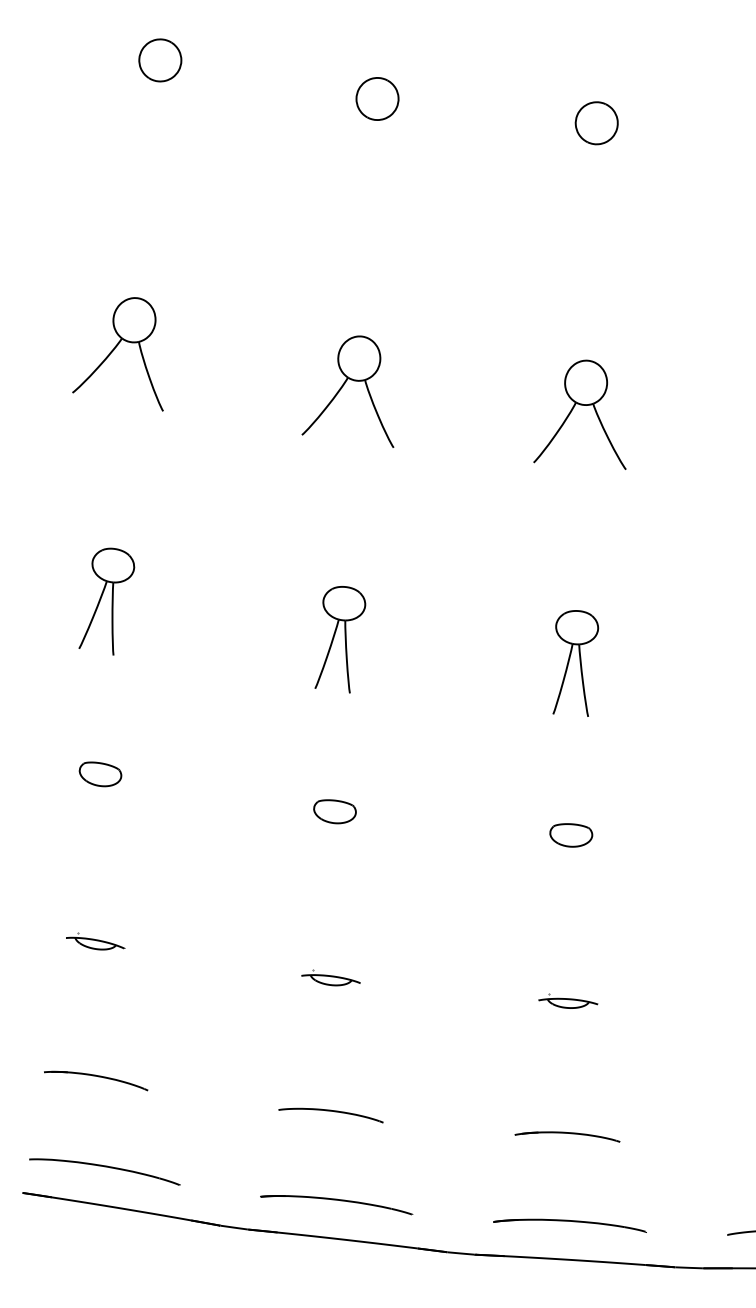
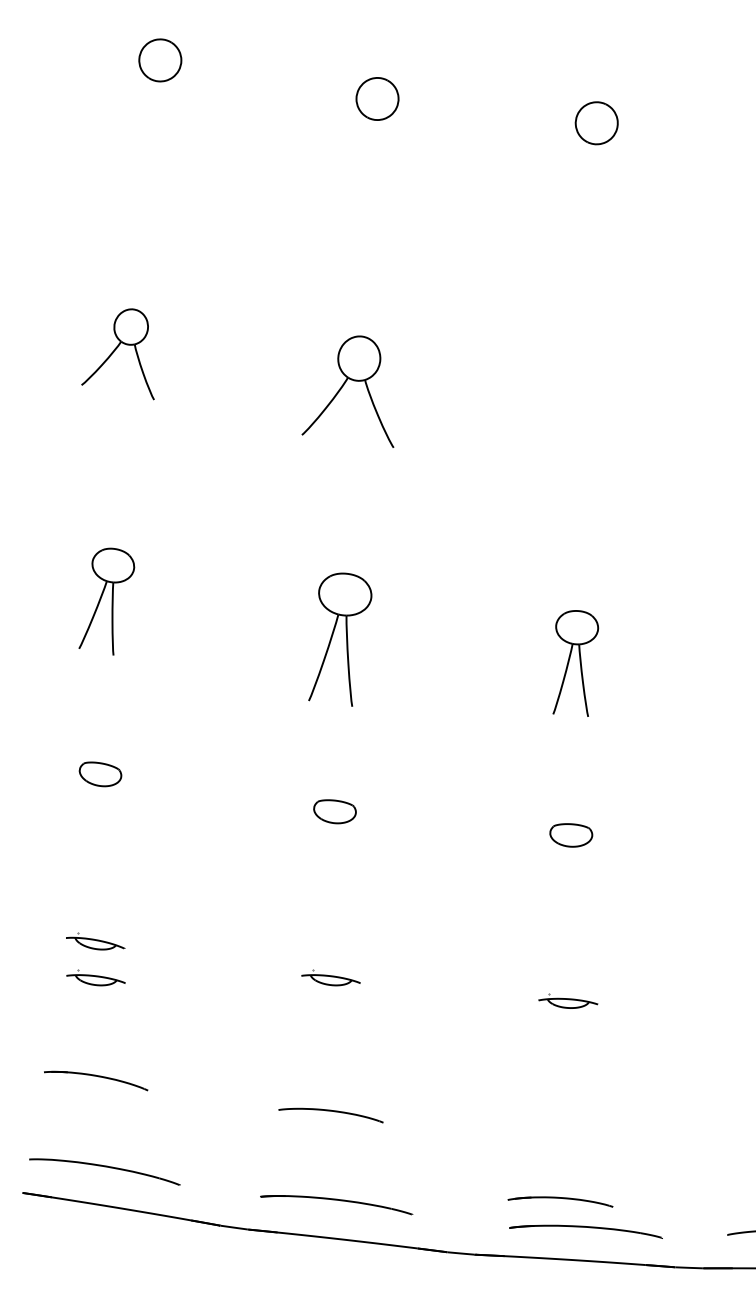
part at (117, 354) size: 92x115 px -> 74x93 px
part at (572, 411): present -> none
part at (340, 639) size: 53x108 px -> 65x135 px
part at (95, 977): none -> present
part at (567, 1136) position: (567, 1136) -> (560, 1201)
part at (569, 1225) position: (569, 1225) -> (585, 1231)
